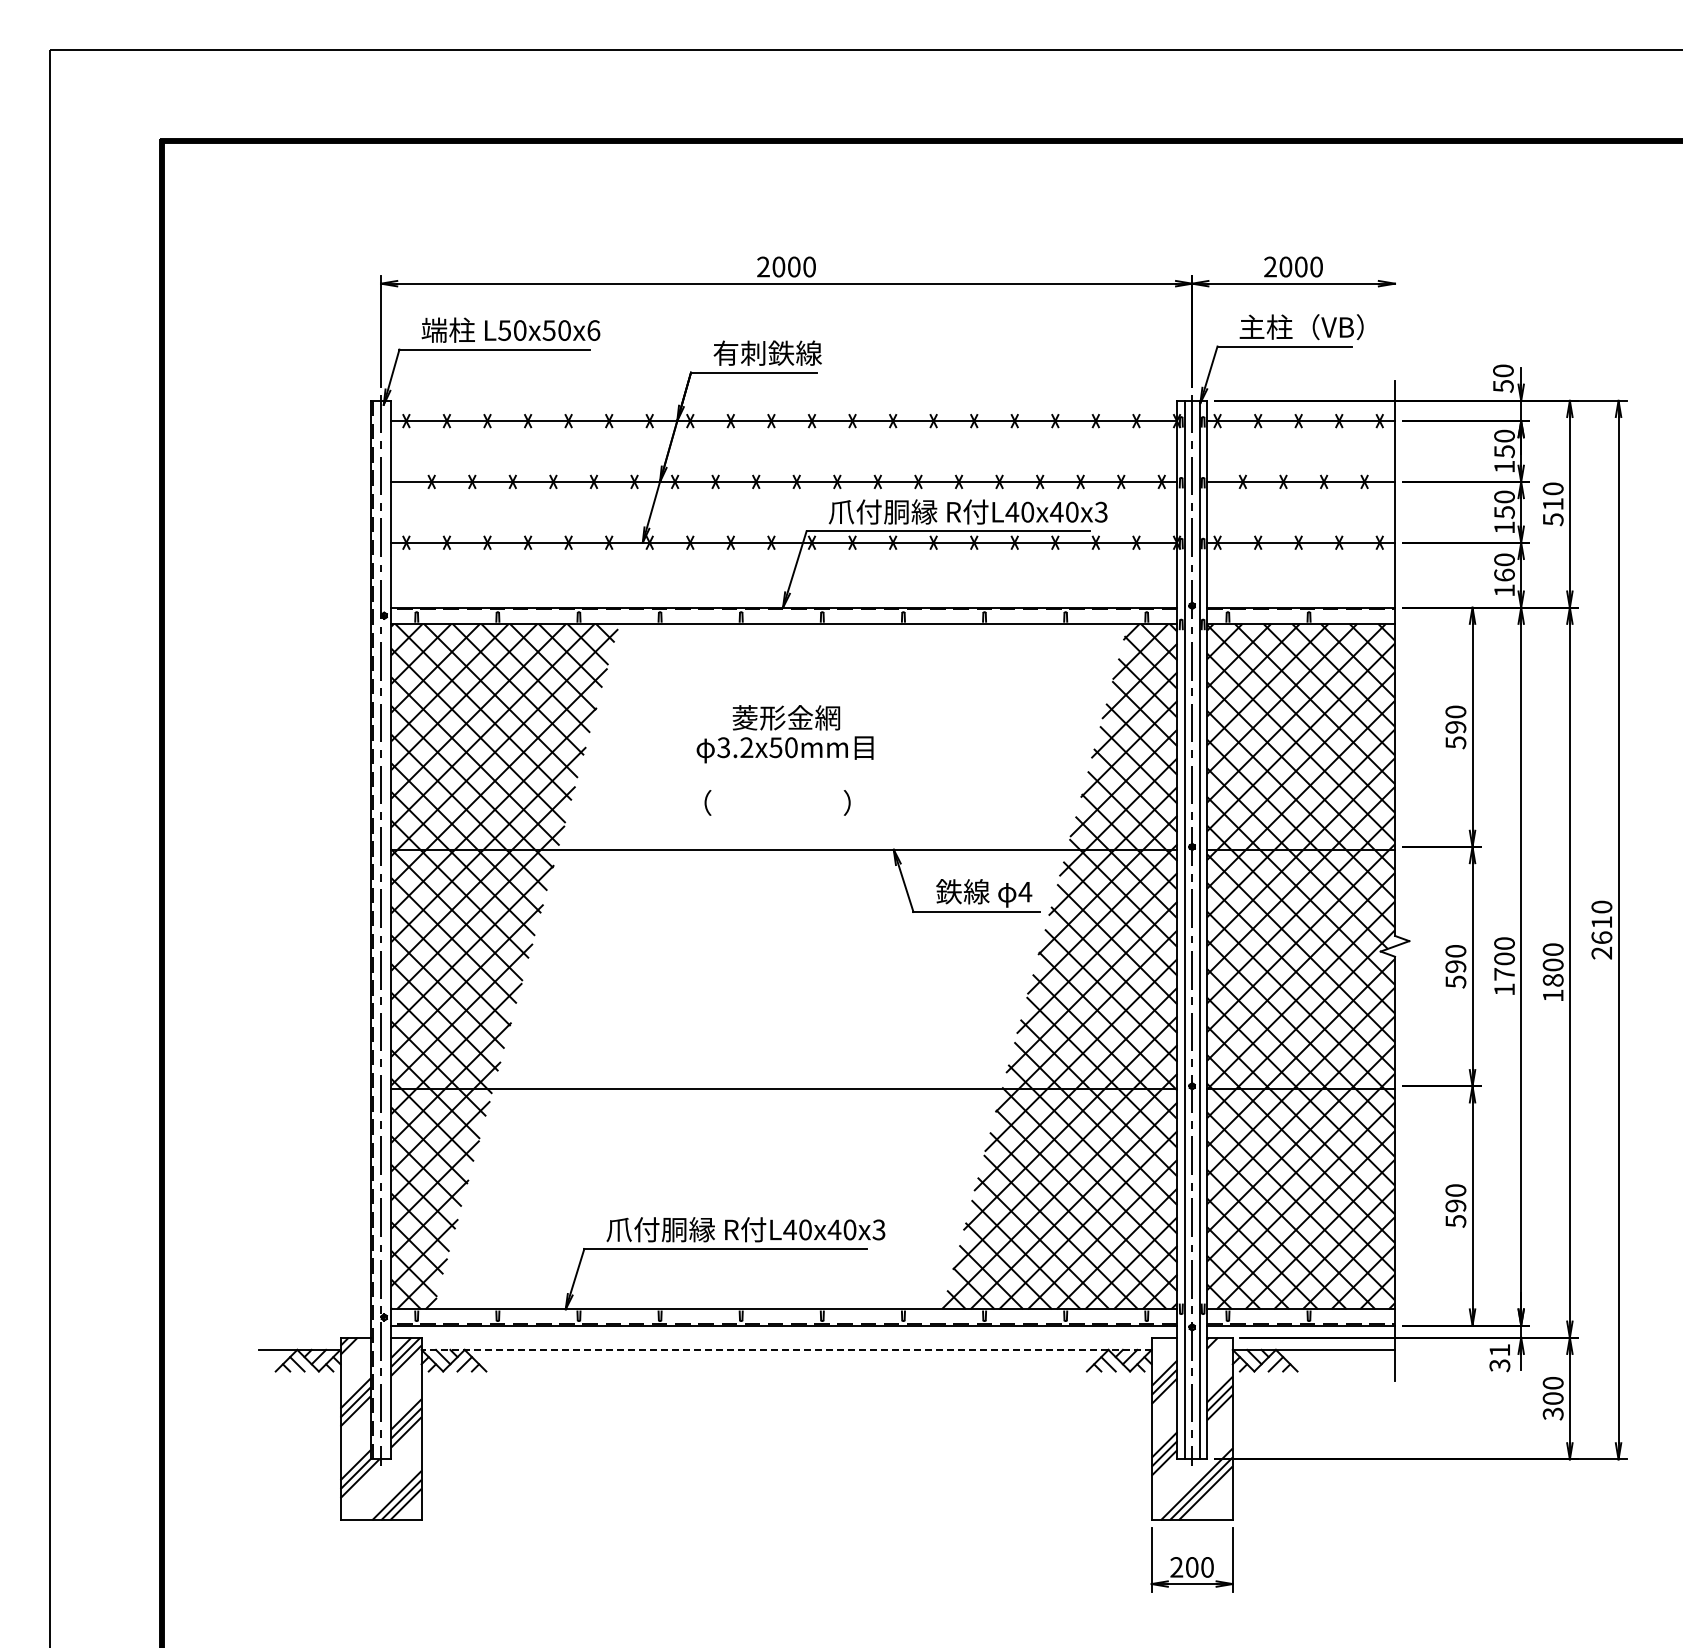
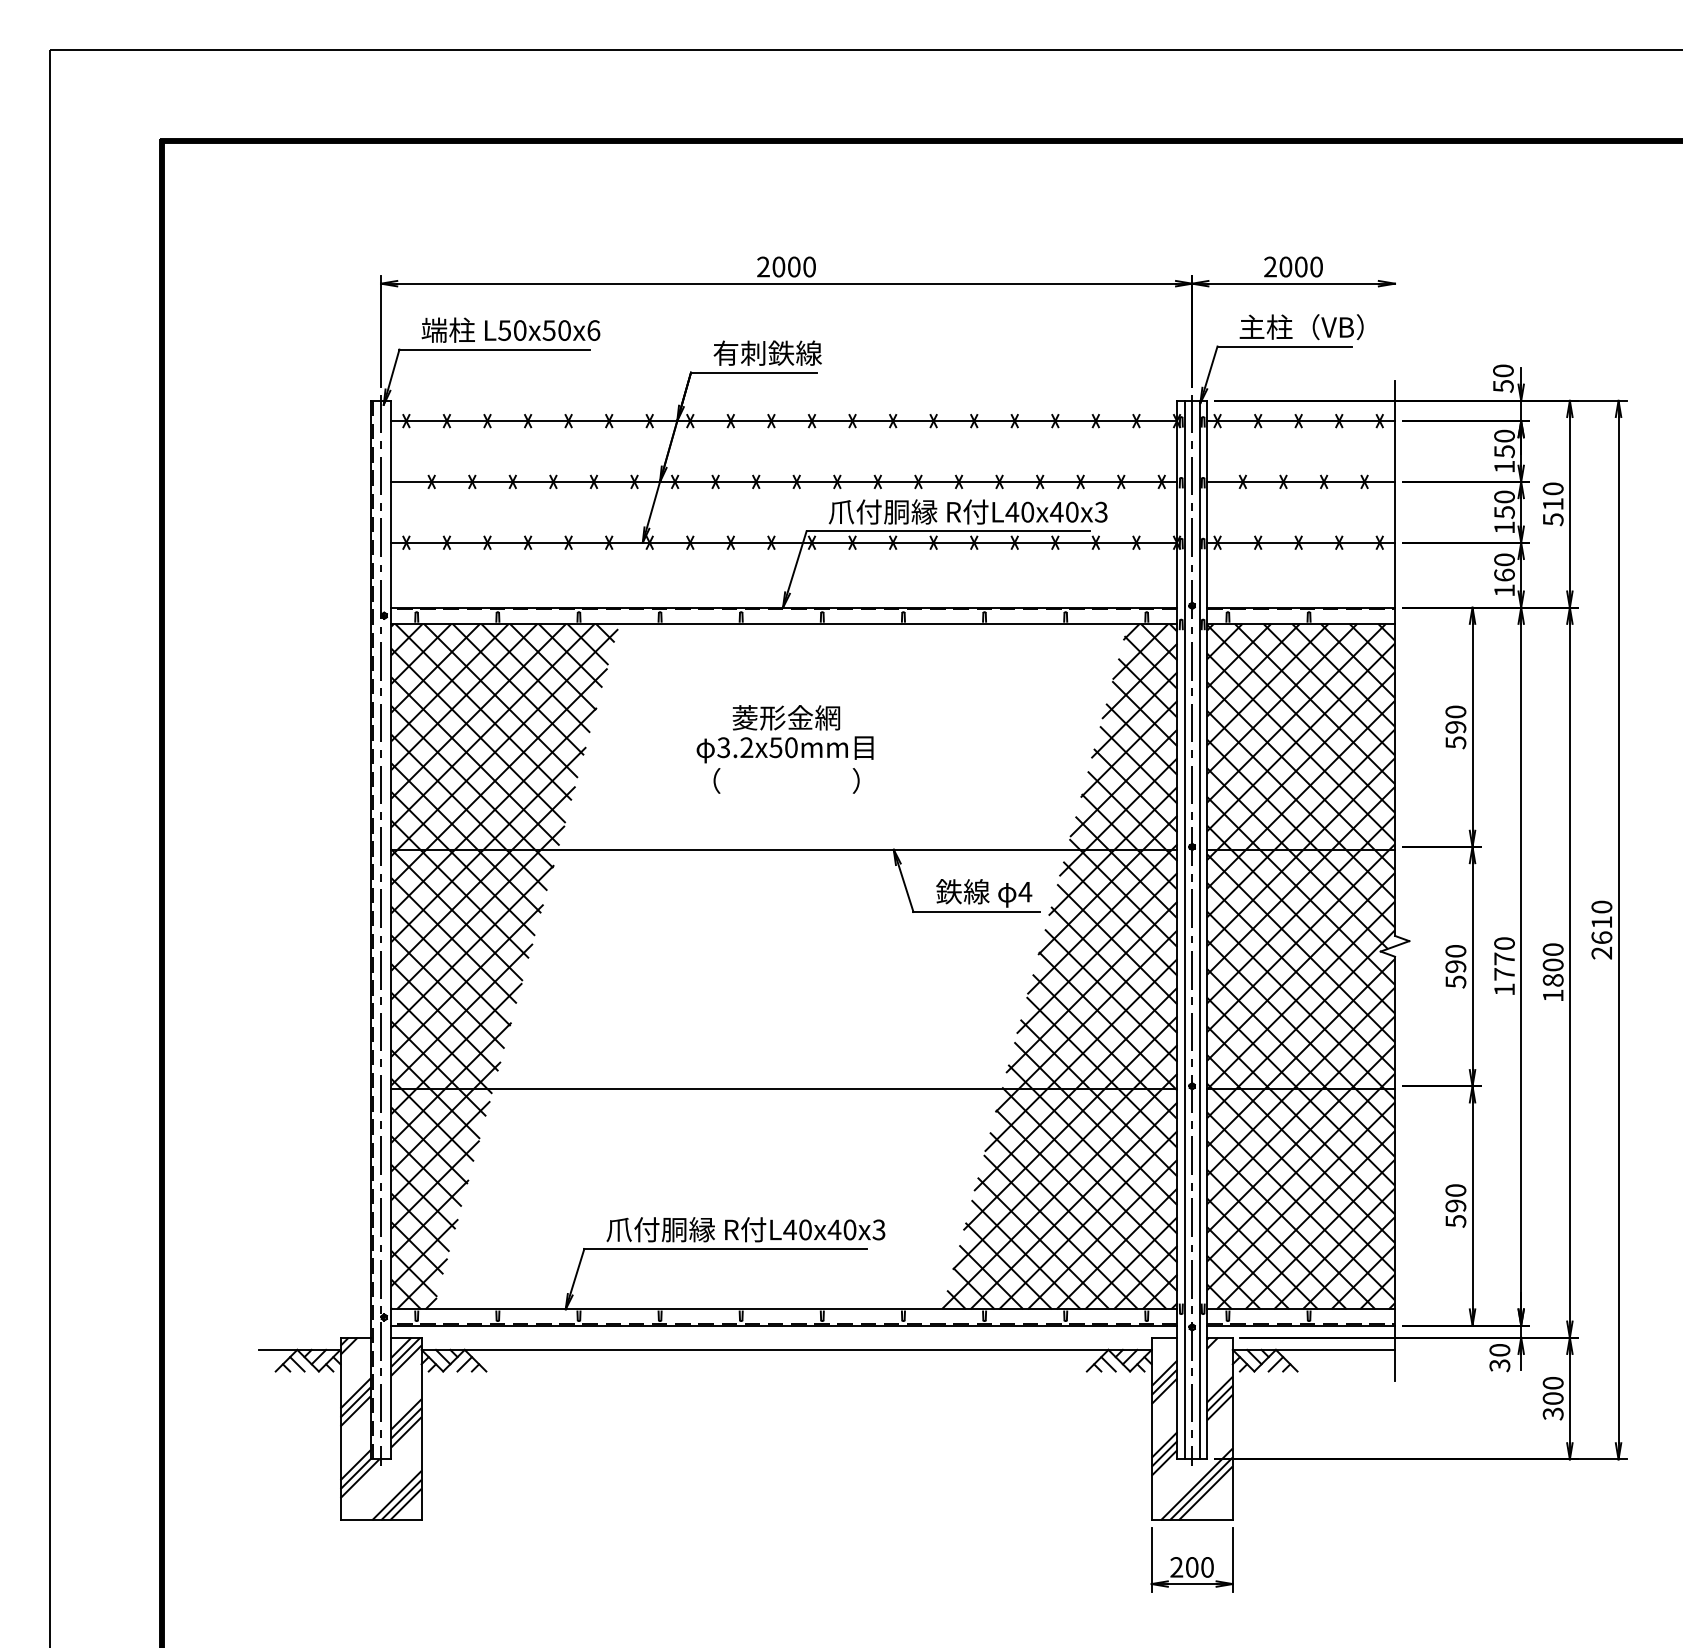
text at (777, 802) position: (777, 802) -> (786, 780)
text at (1504, 958): 1700 -> 1770
line at (786, 1349): dashed -> solid
text at (1499, 1350): 31 -> 30
